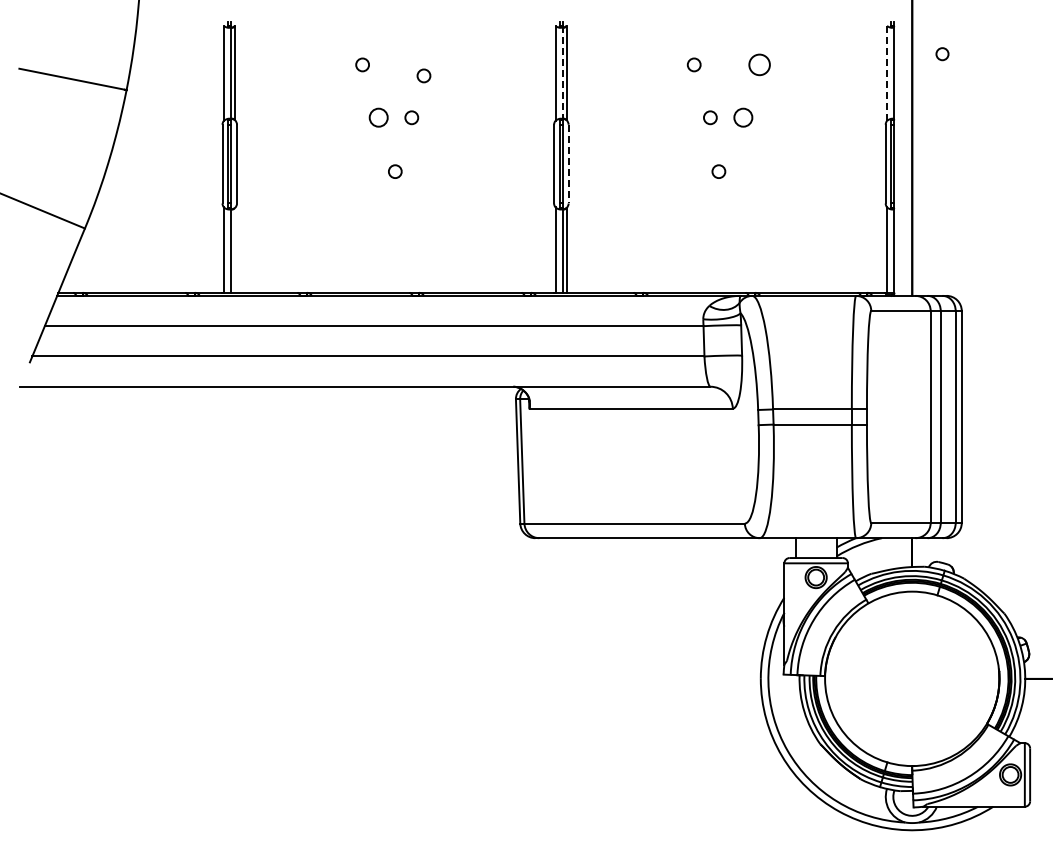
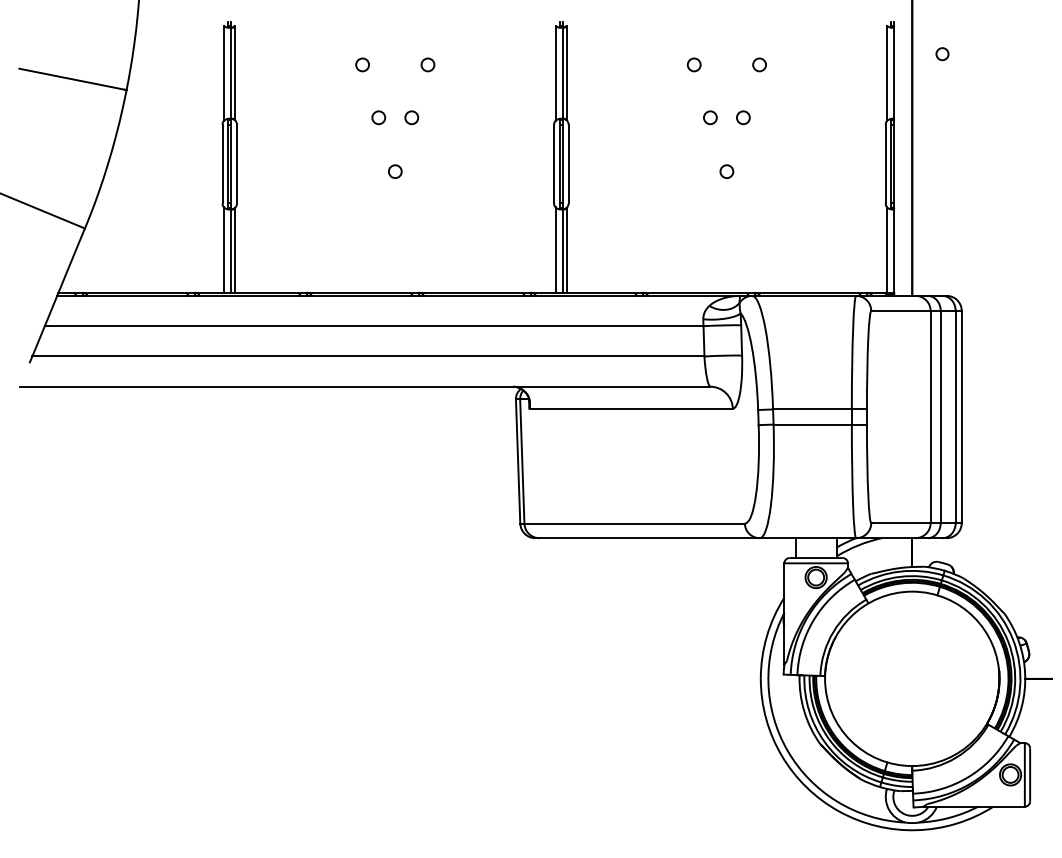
circle at (759, 64) size: 23x24 px -> 15x16 px
line at (562, 73): dashed -> solid
line at (887, 73): dashed -> solid
circle at (423, 75) position: (423, 75) -> (427, 64)
circle at (378, 117) size: 21x21 px -> 16x16 px
circle at (743, 117) size: 21x21 px -> 15x16 px
line at (568, 164): dashed -> solid
circle at (718, 171) position: (718, 171) -> (726, 171)
line at (235, 249): none -> present
